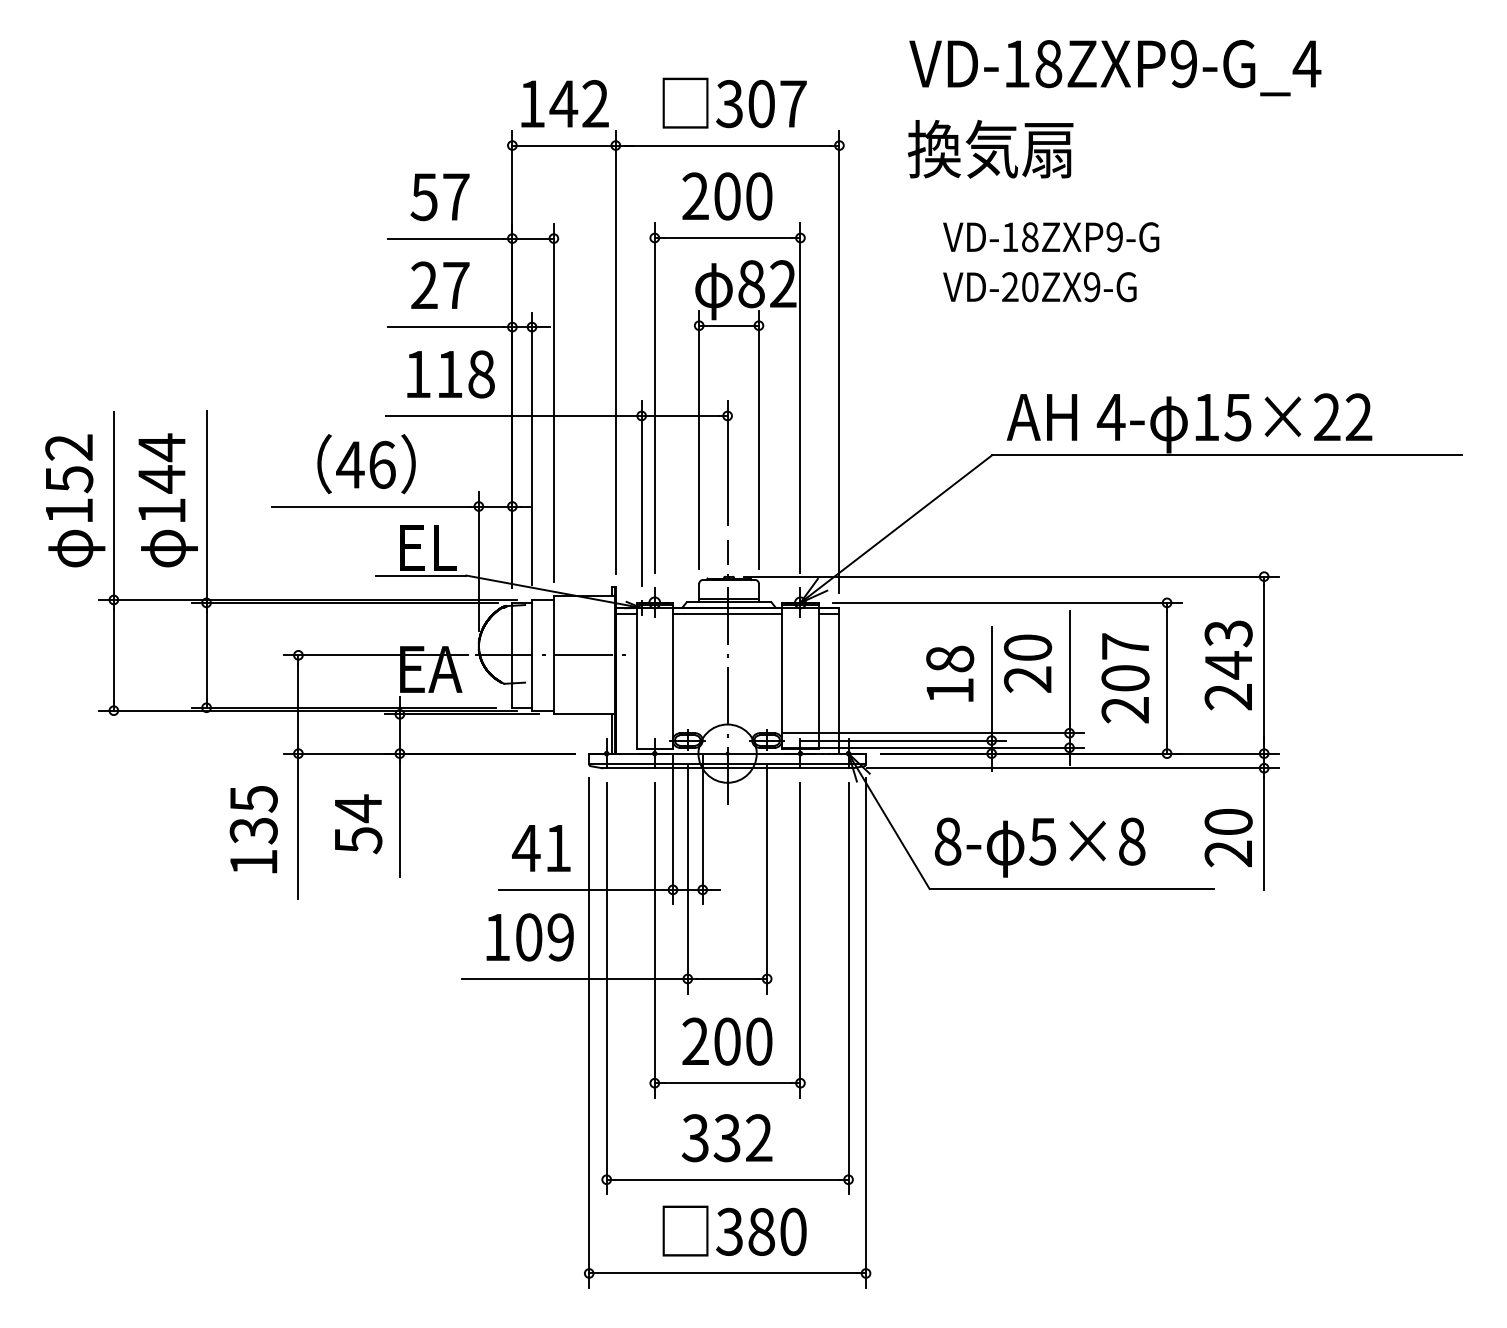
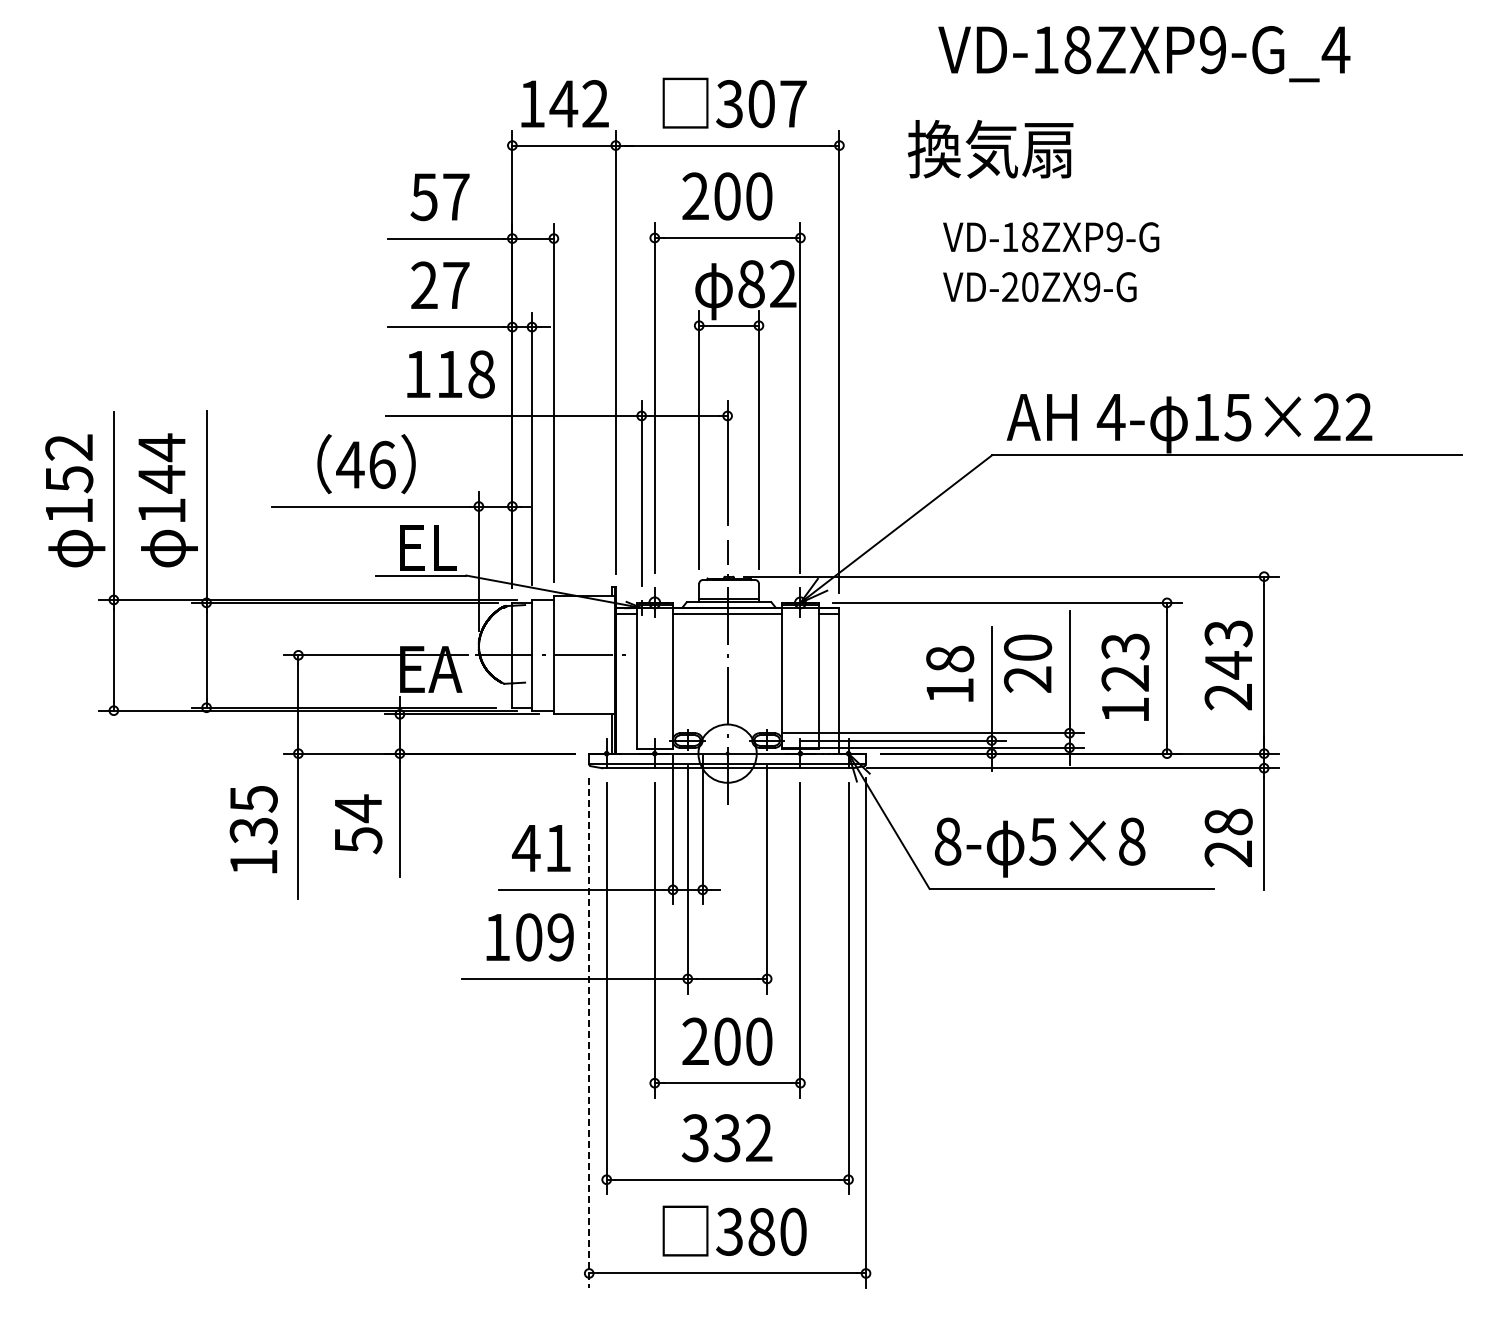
text at (1115, 68) position: (1115, 68) -> (1144, 54)
text at (1125, 678): 207 -> 123
text at (1228, 821): 20 -> 28
line at (589, 1033): solid -> dashed
